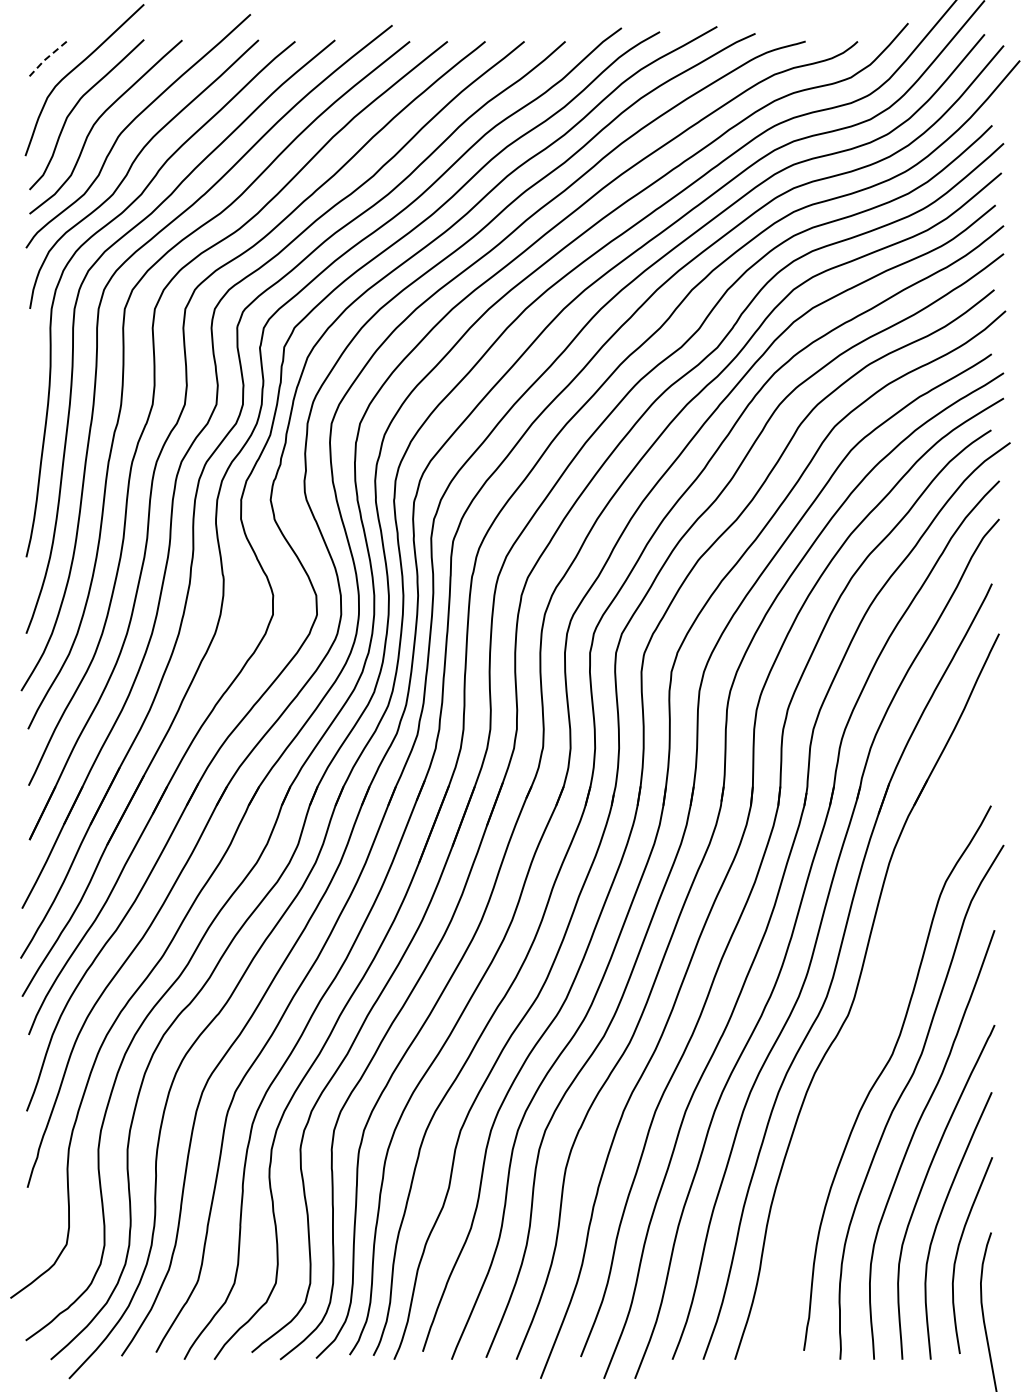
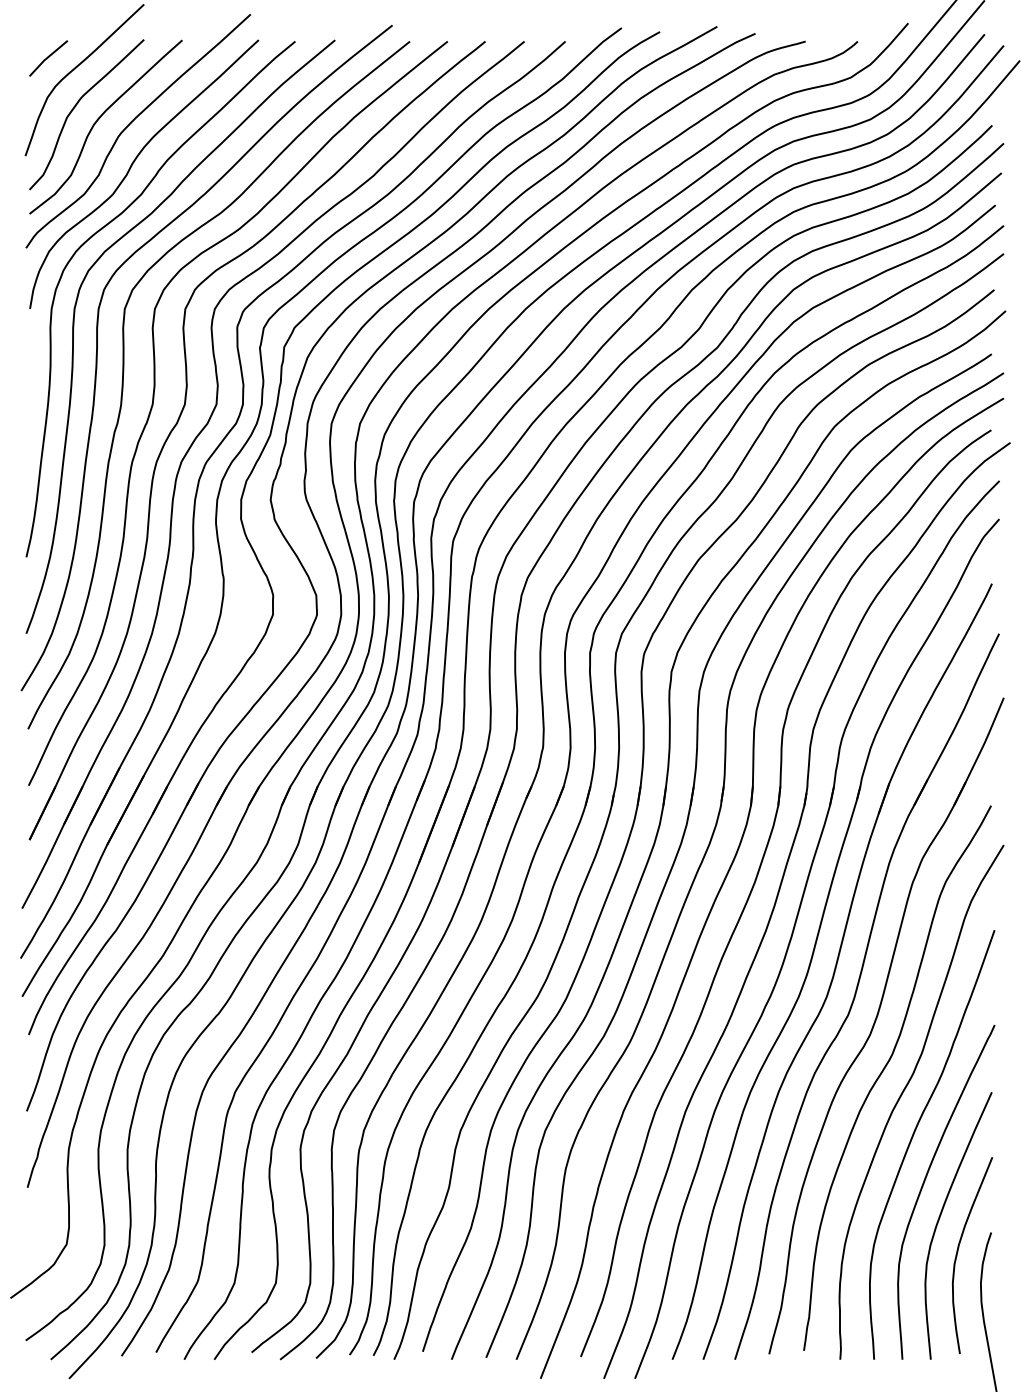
line at (47, 58): dashed -> solid
part at (876, 1021): none -> present
